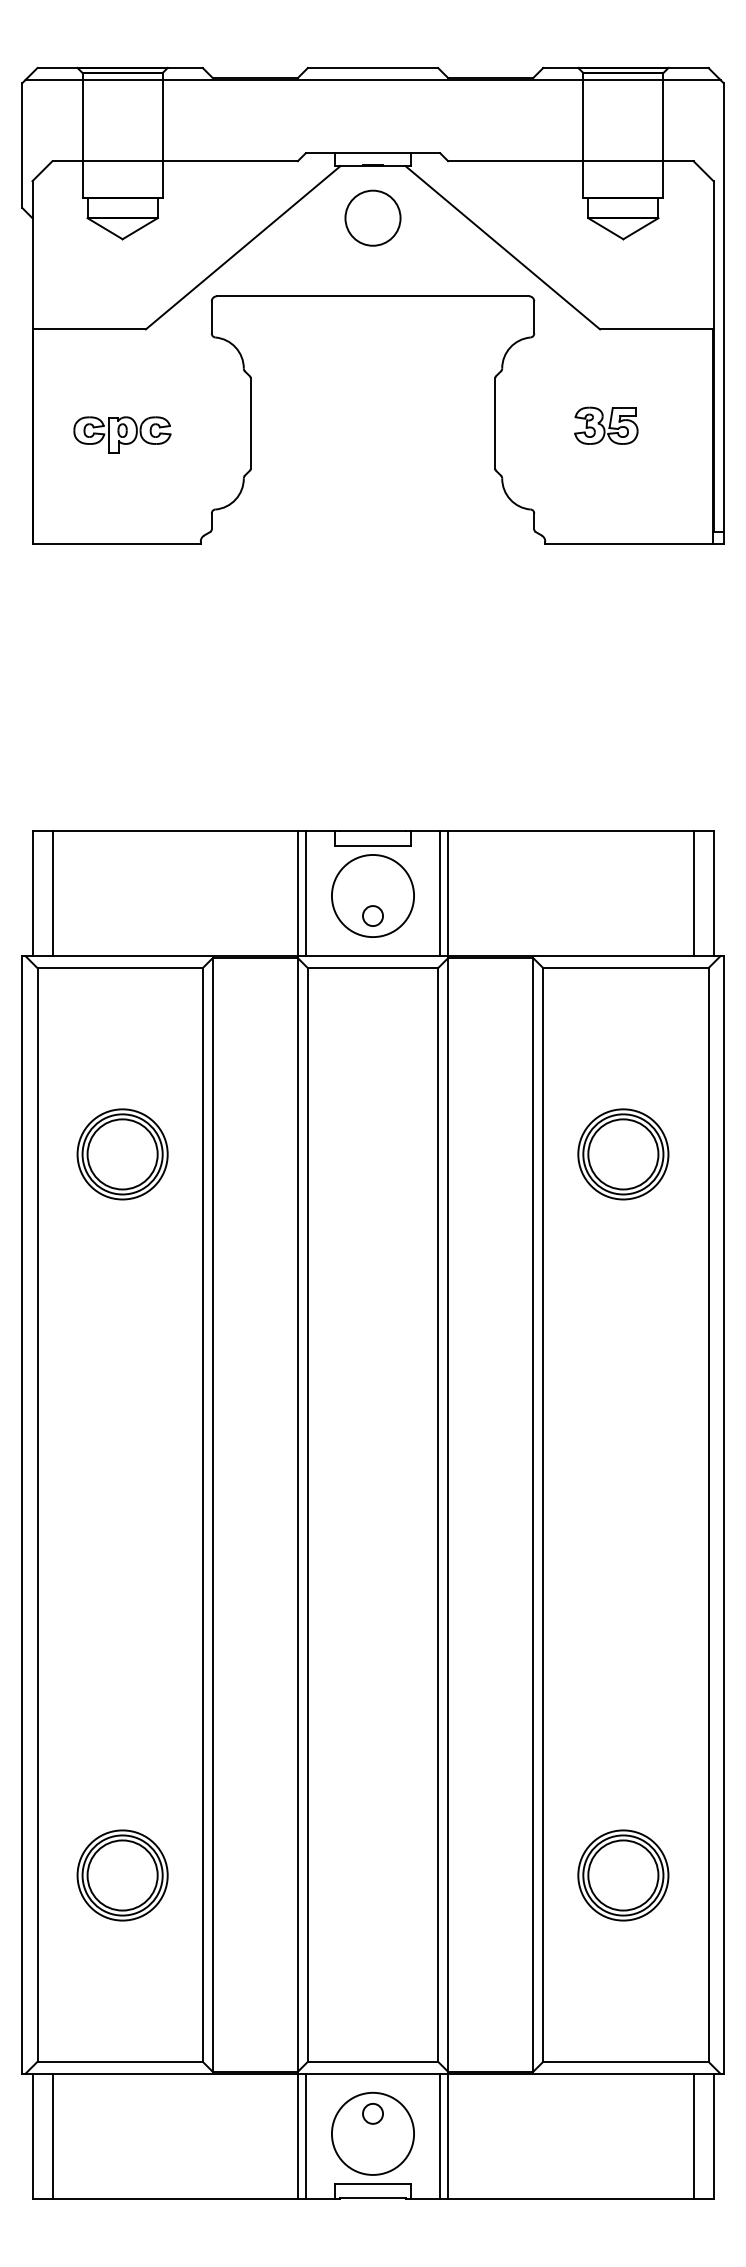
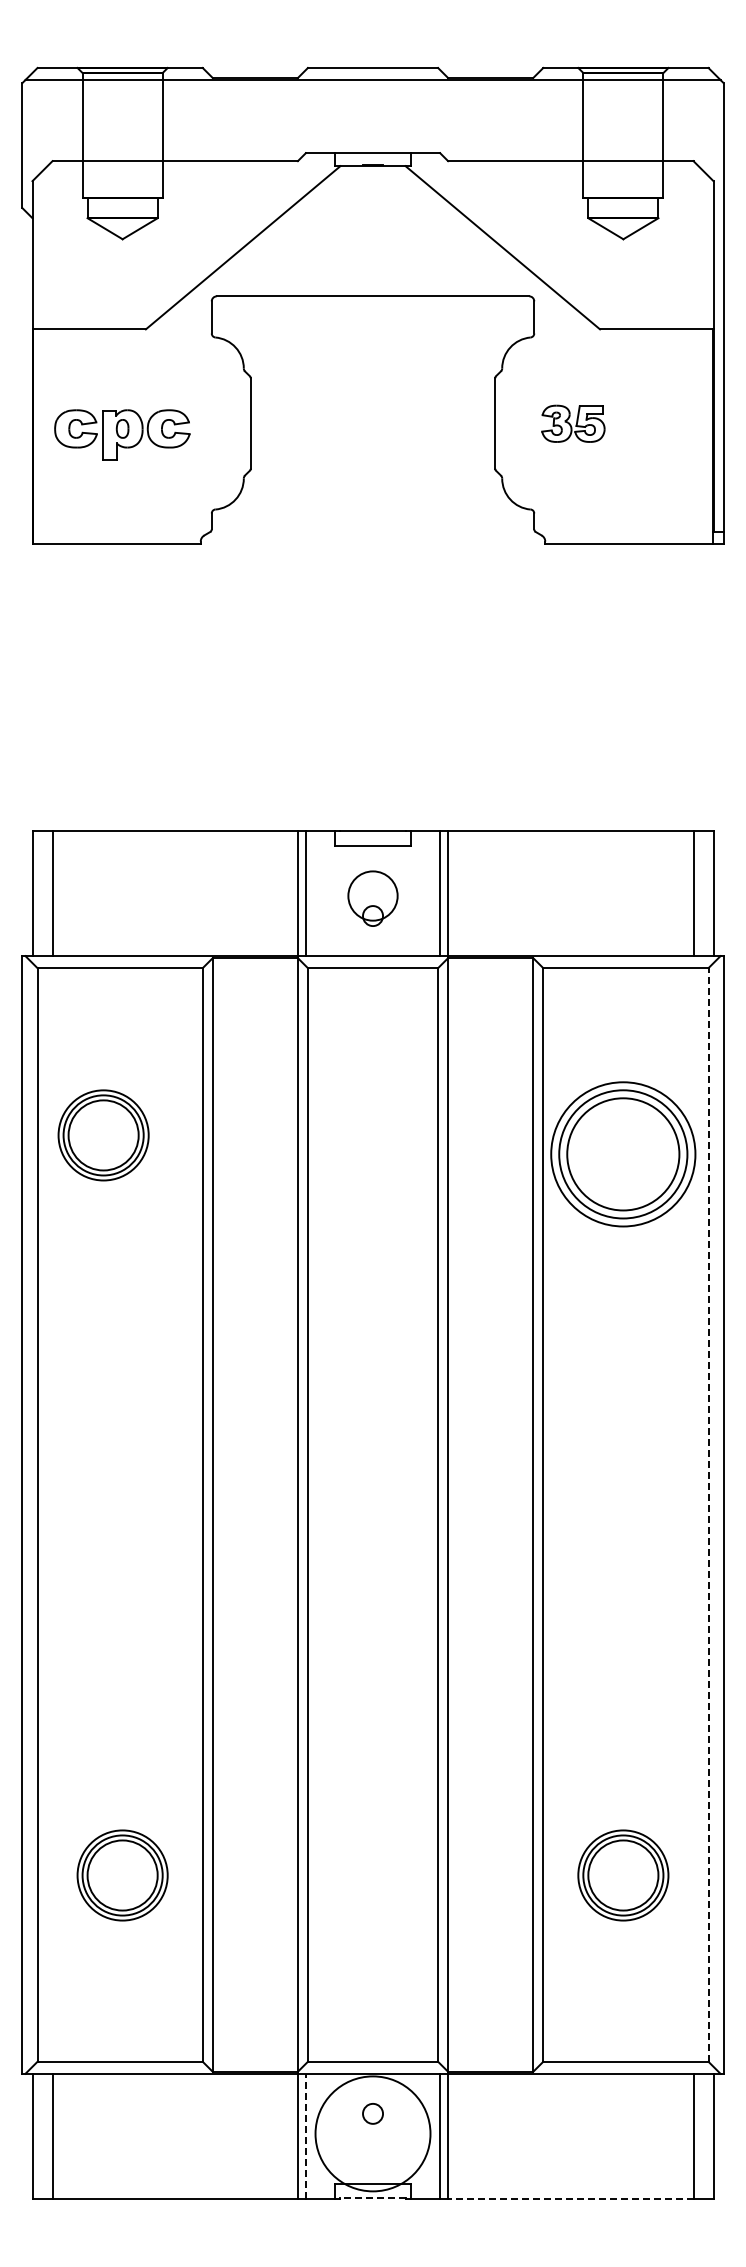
circle at (372, 217): present -> none
part at (606, 425) position: (606, 425) -> (573, 423)
part at (122, 434) size: 99x38 px -> 137x52 px
circle at (372, 895) diameter: 82 px -> 49 px
part at (122, 1154) position: (122, 1154) -> (103, 1135)
part at (623, 1154) size: 93x93 px -> 147x147 px
line at (708, 1514): solid -> dashed
circle at (372, 2133) diameter: 82 px -> 115 px
line at (305, 2136): solid -> dashed
line at (373, 2198): solid -> dashed
line at (570, 2198): solid -> dashed
